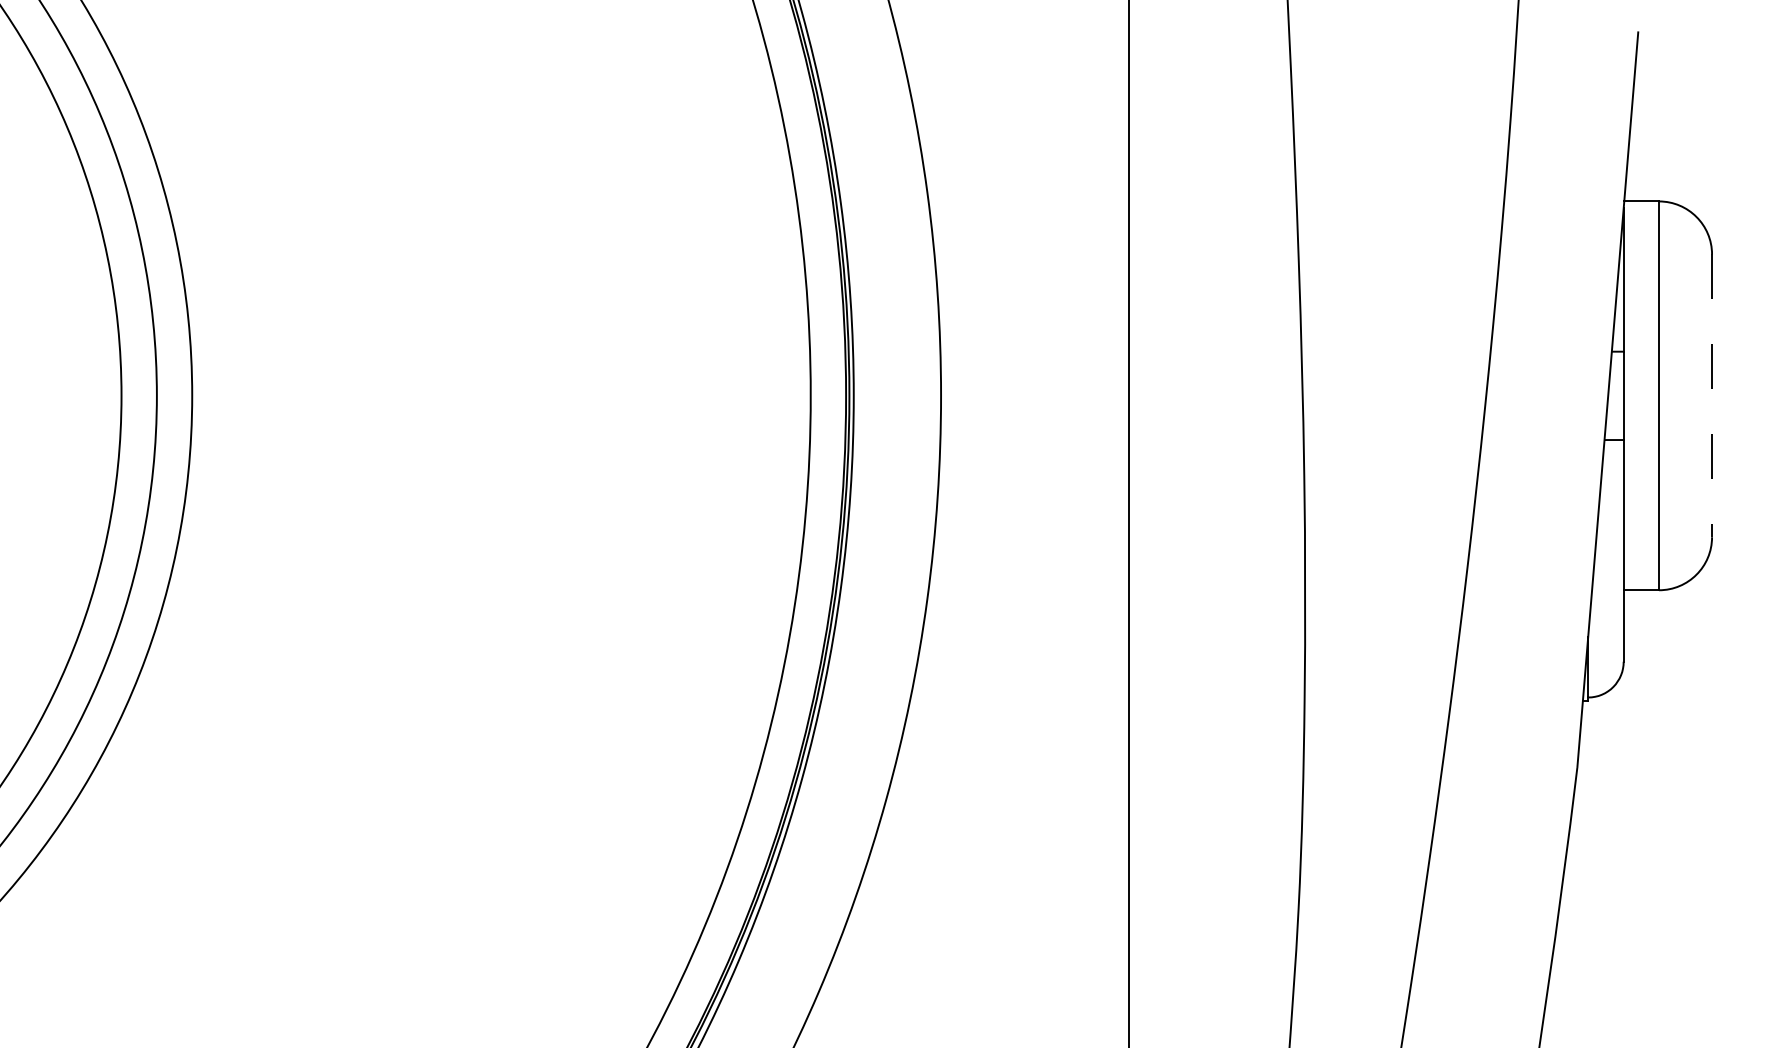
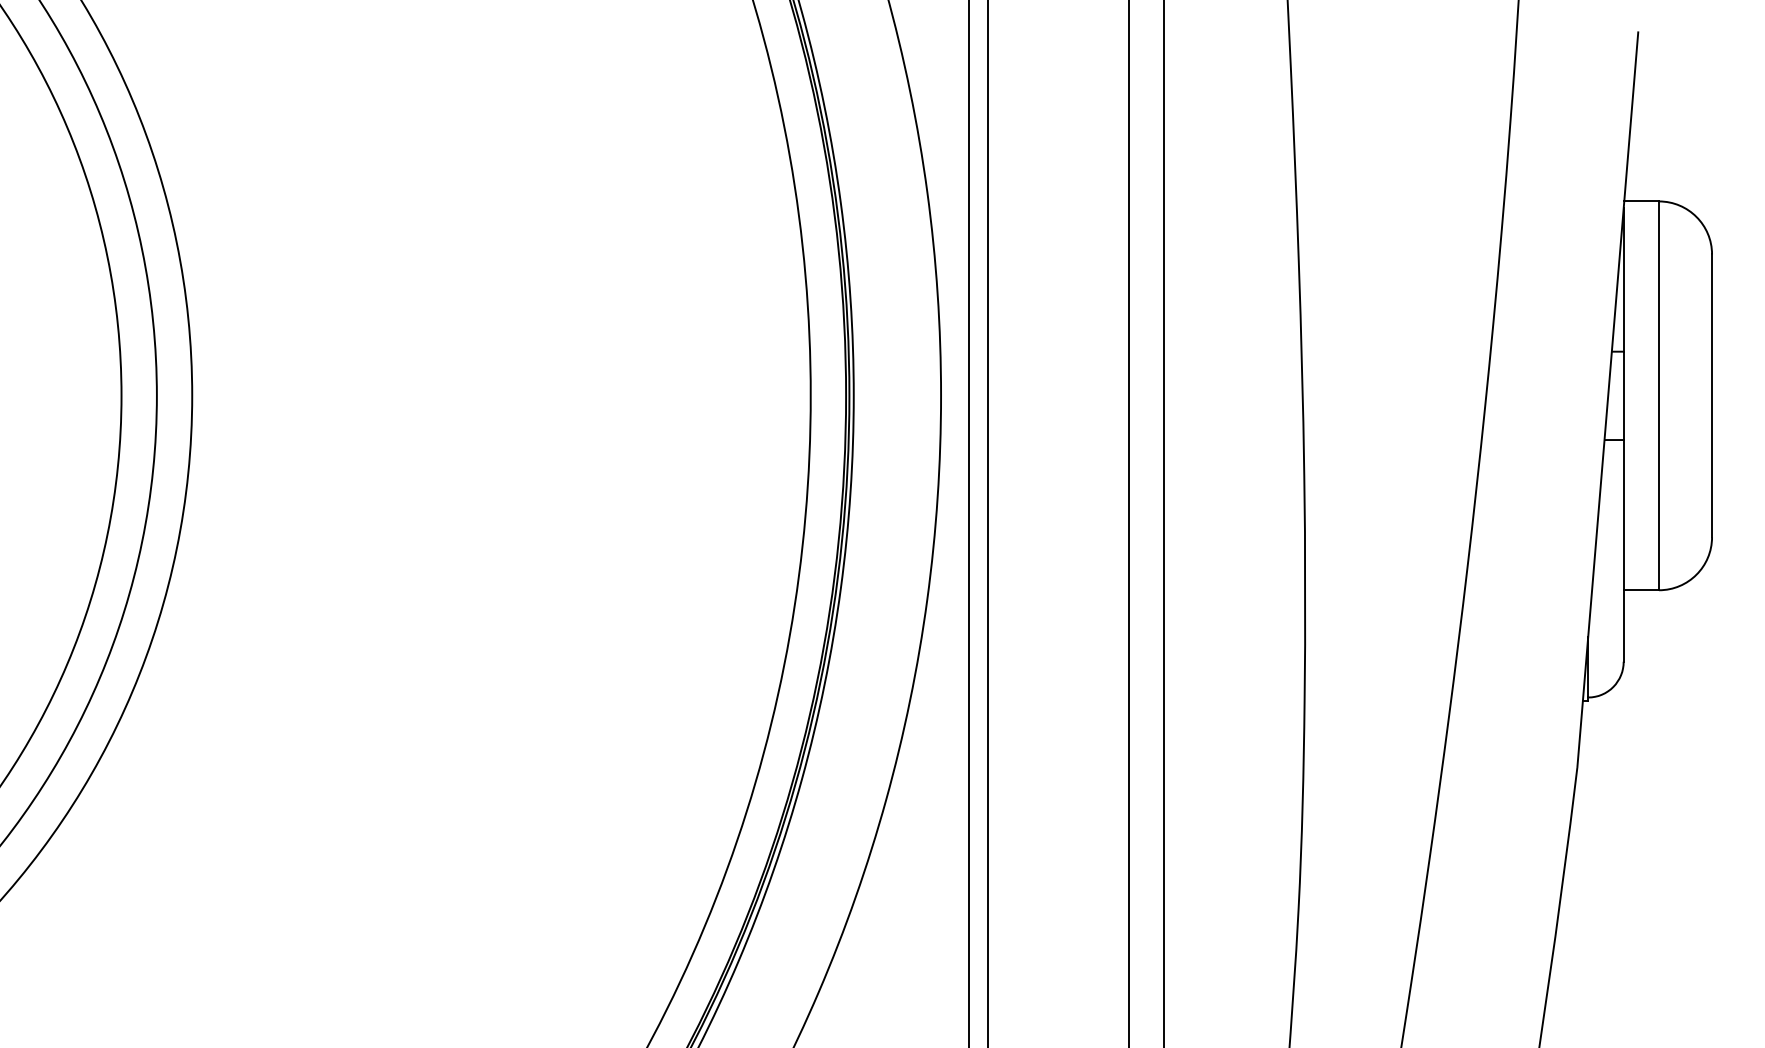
line at (1712, 396): dashed -> solid
line at (969, 523): none -> present
line at (987, 523): none -> present
line at (1164, 523): none -> present
